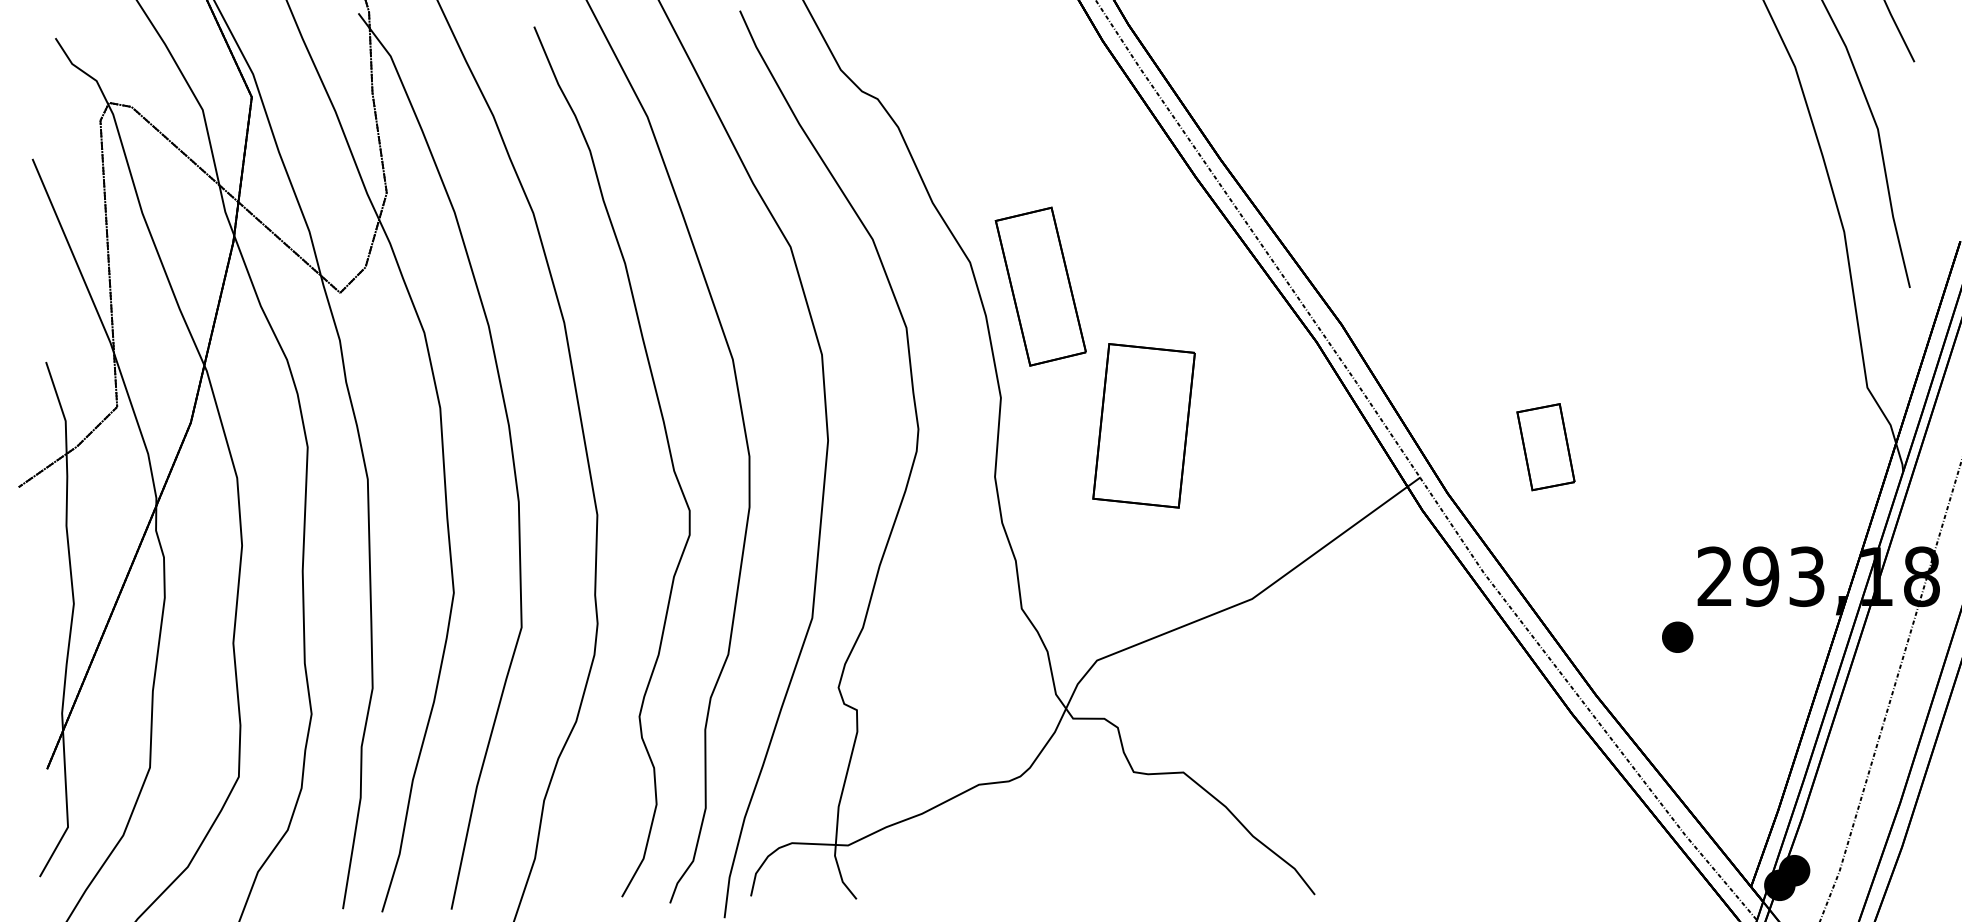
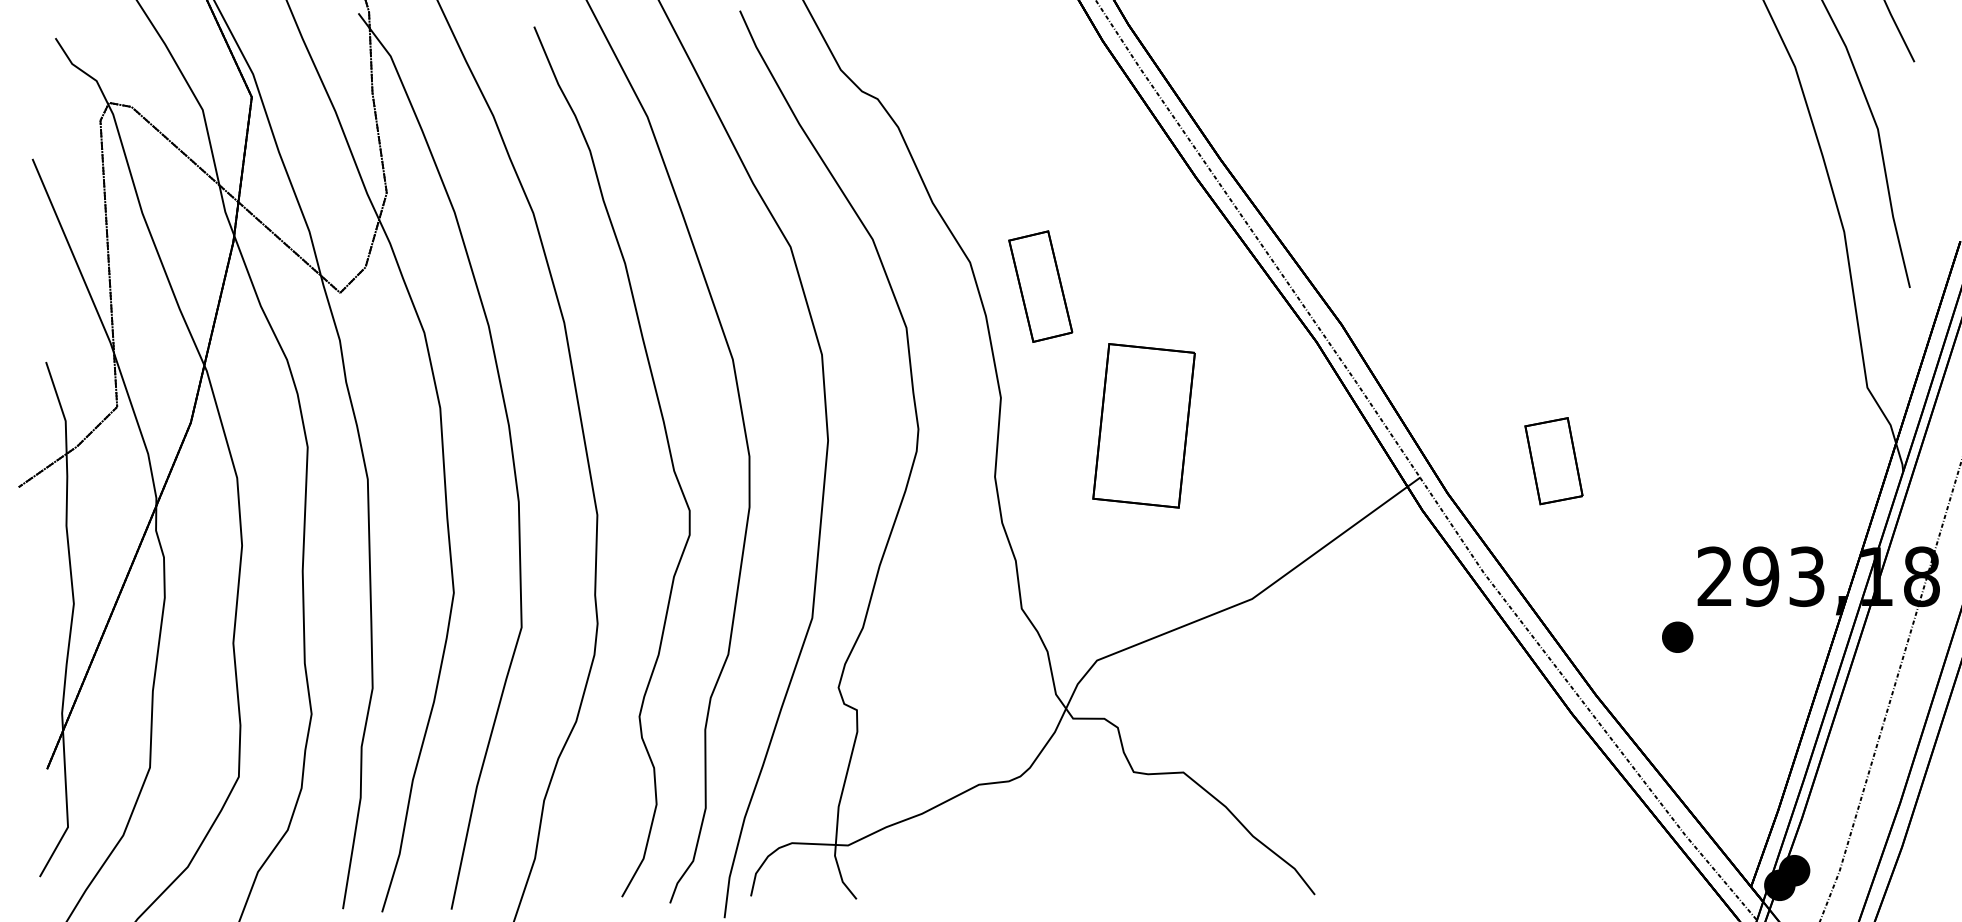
part at (1040, 286) size: 93x161 px -> 66x113 px
part at (1545, 447) position: (1545, 447) -> (1553, 461)
